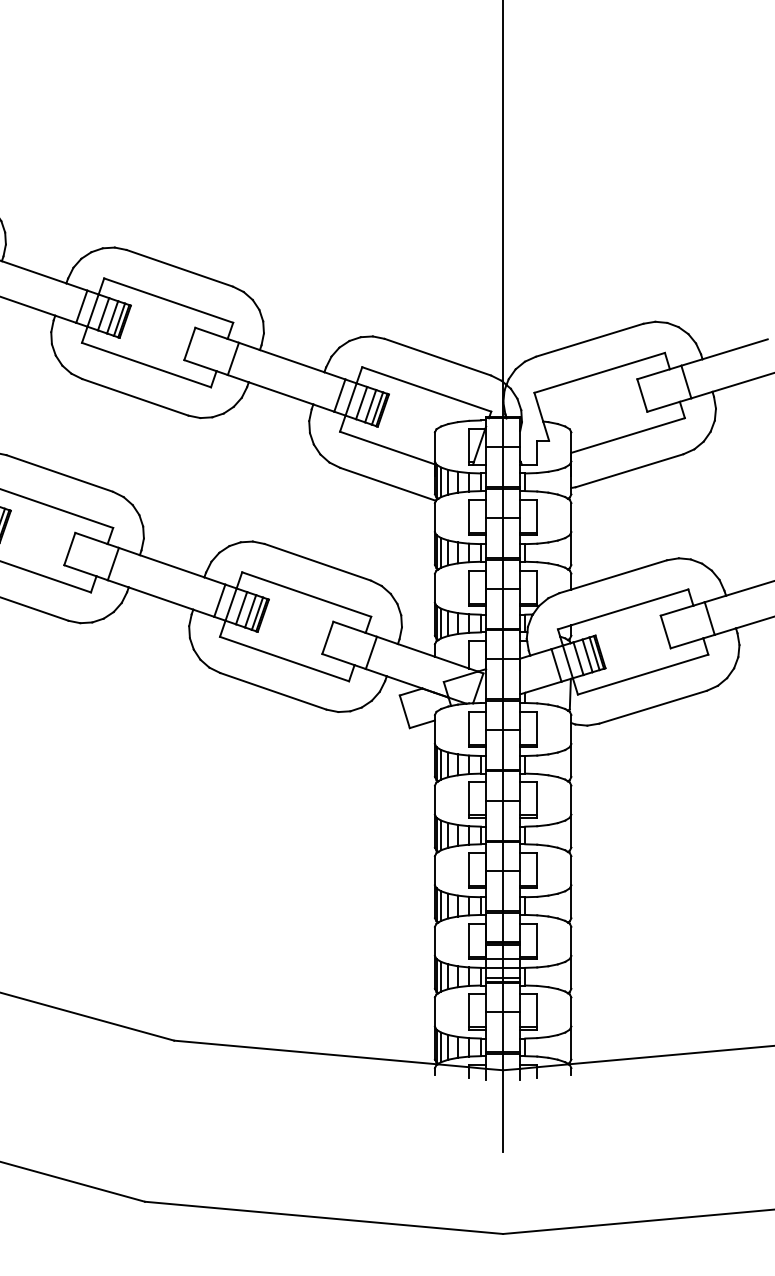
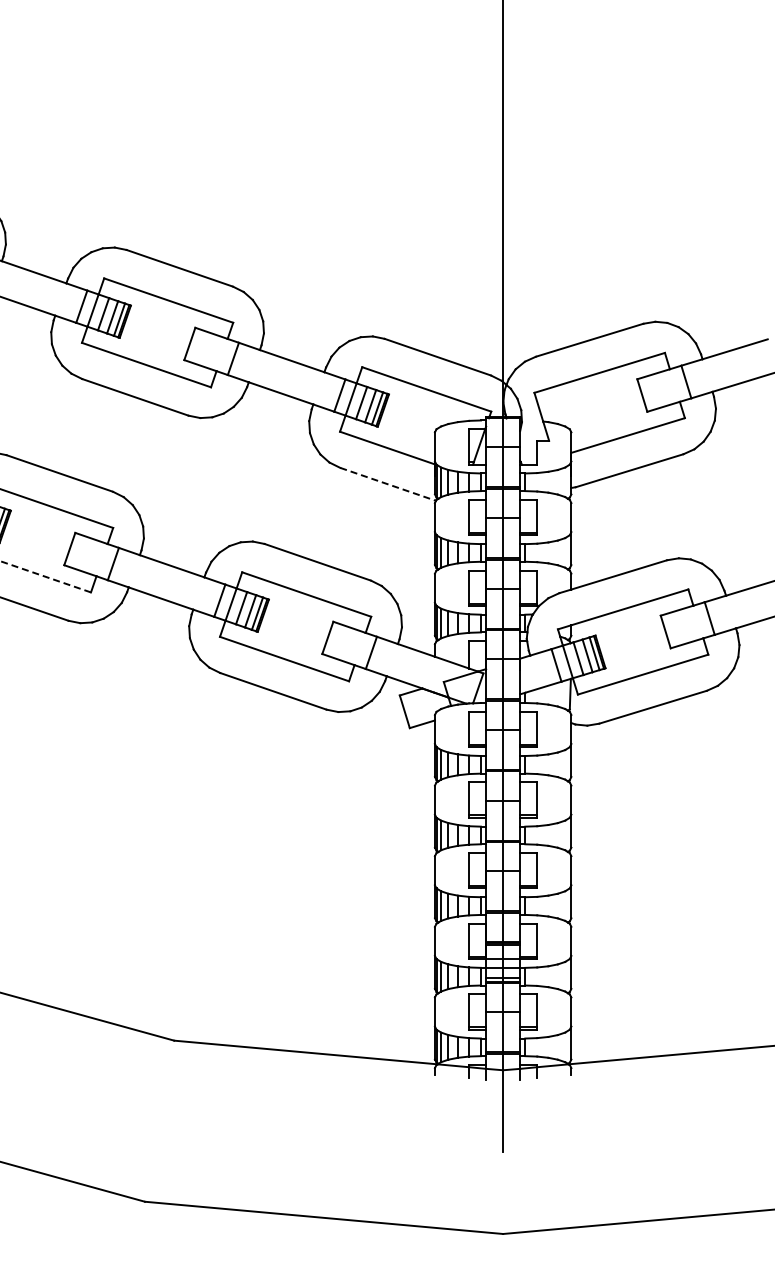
line at (388, 484): solid -> dashed
line at (45, 576): solid -> dashed
